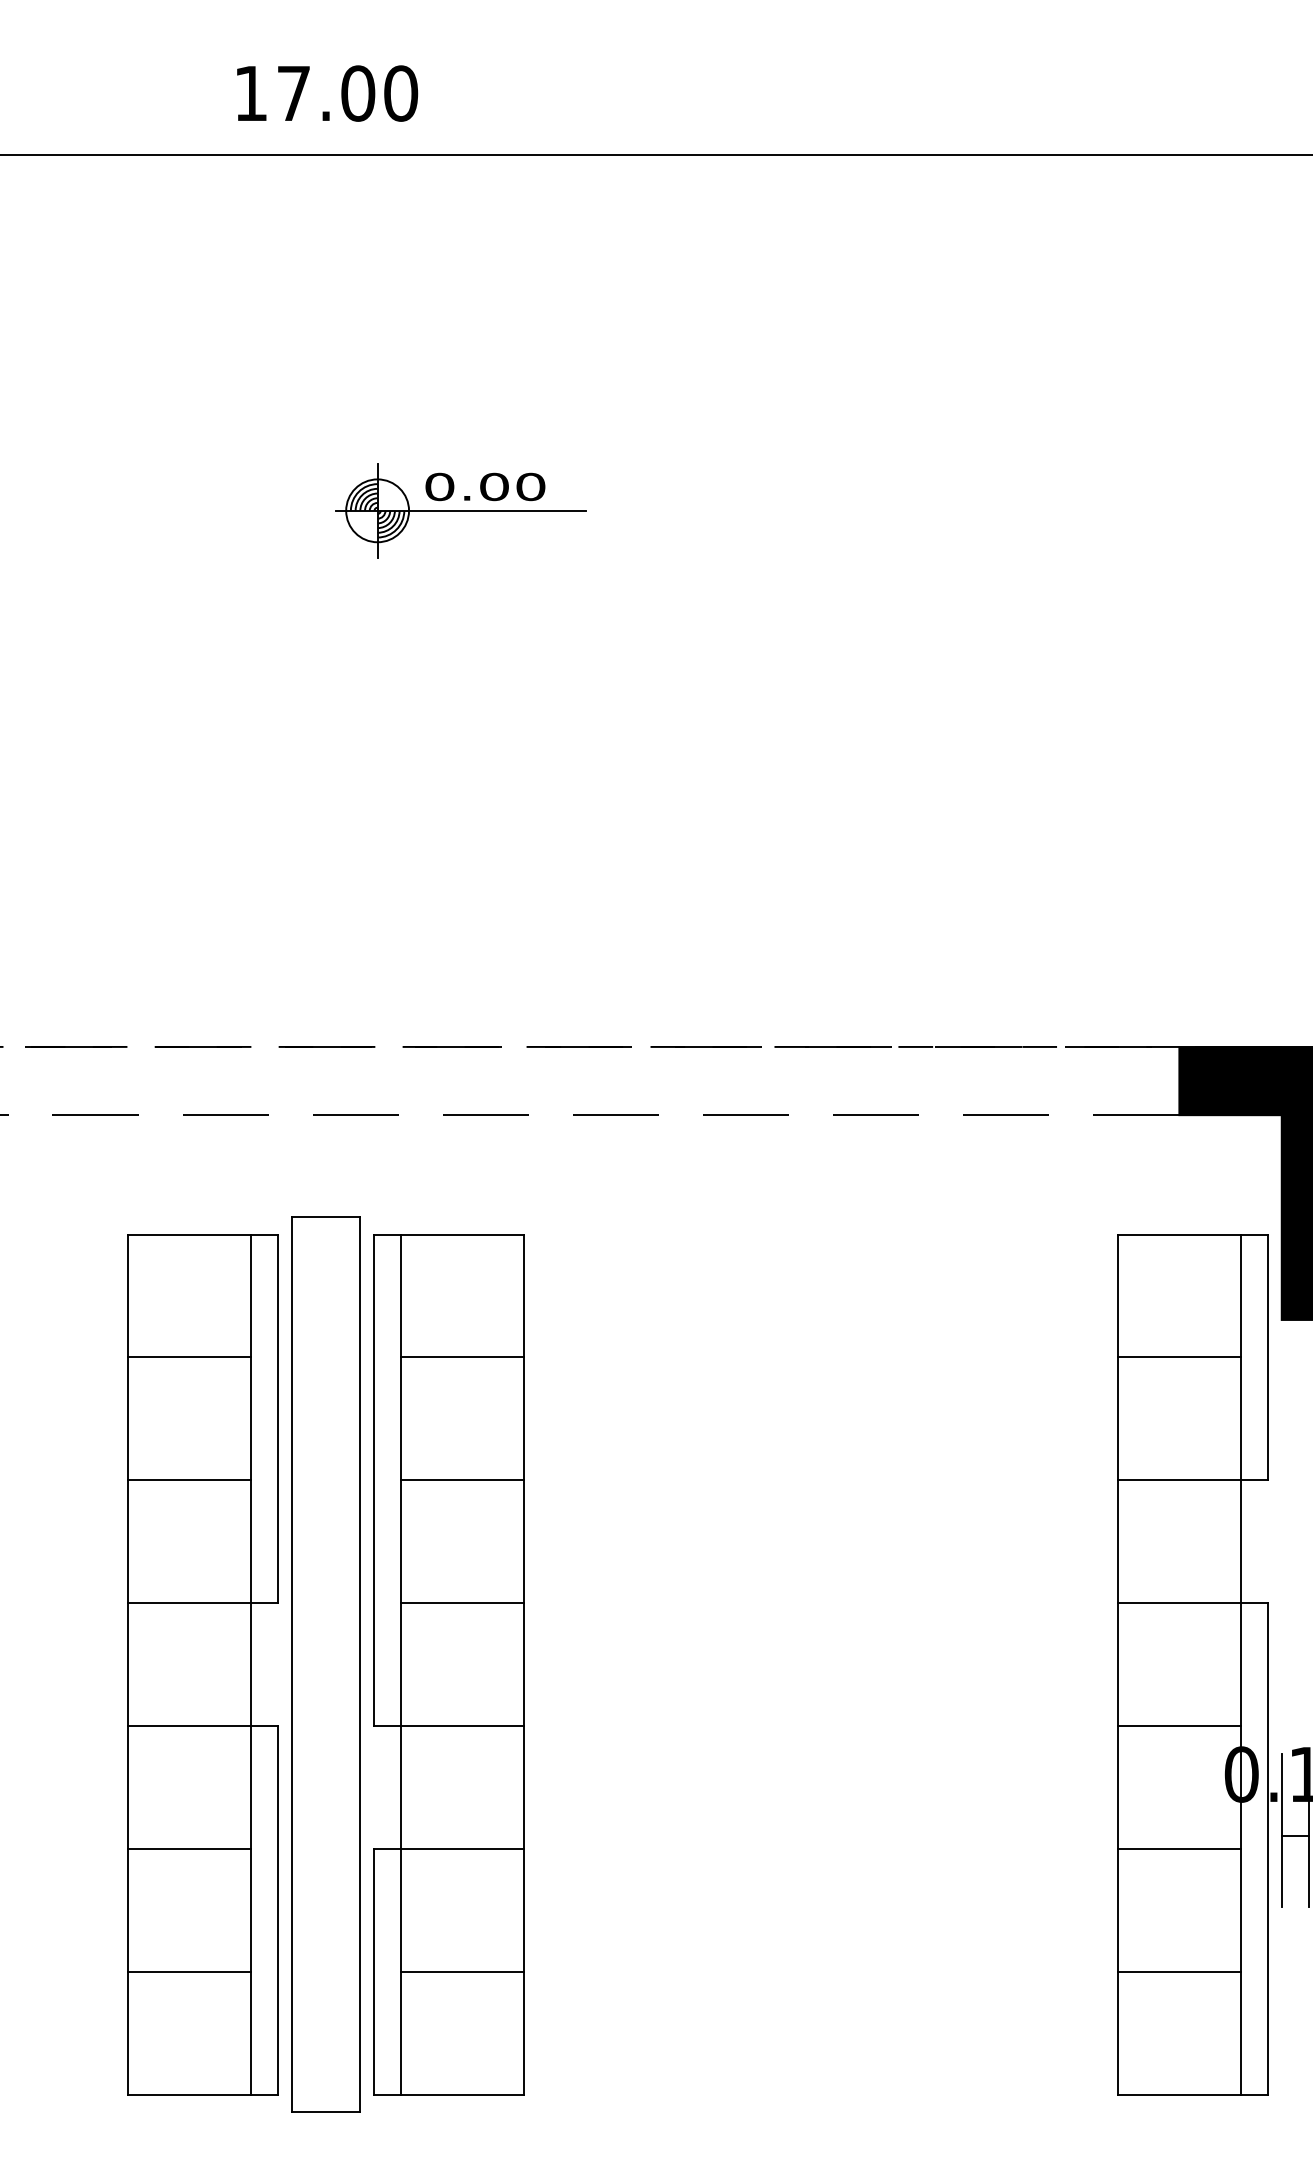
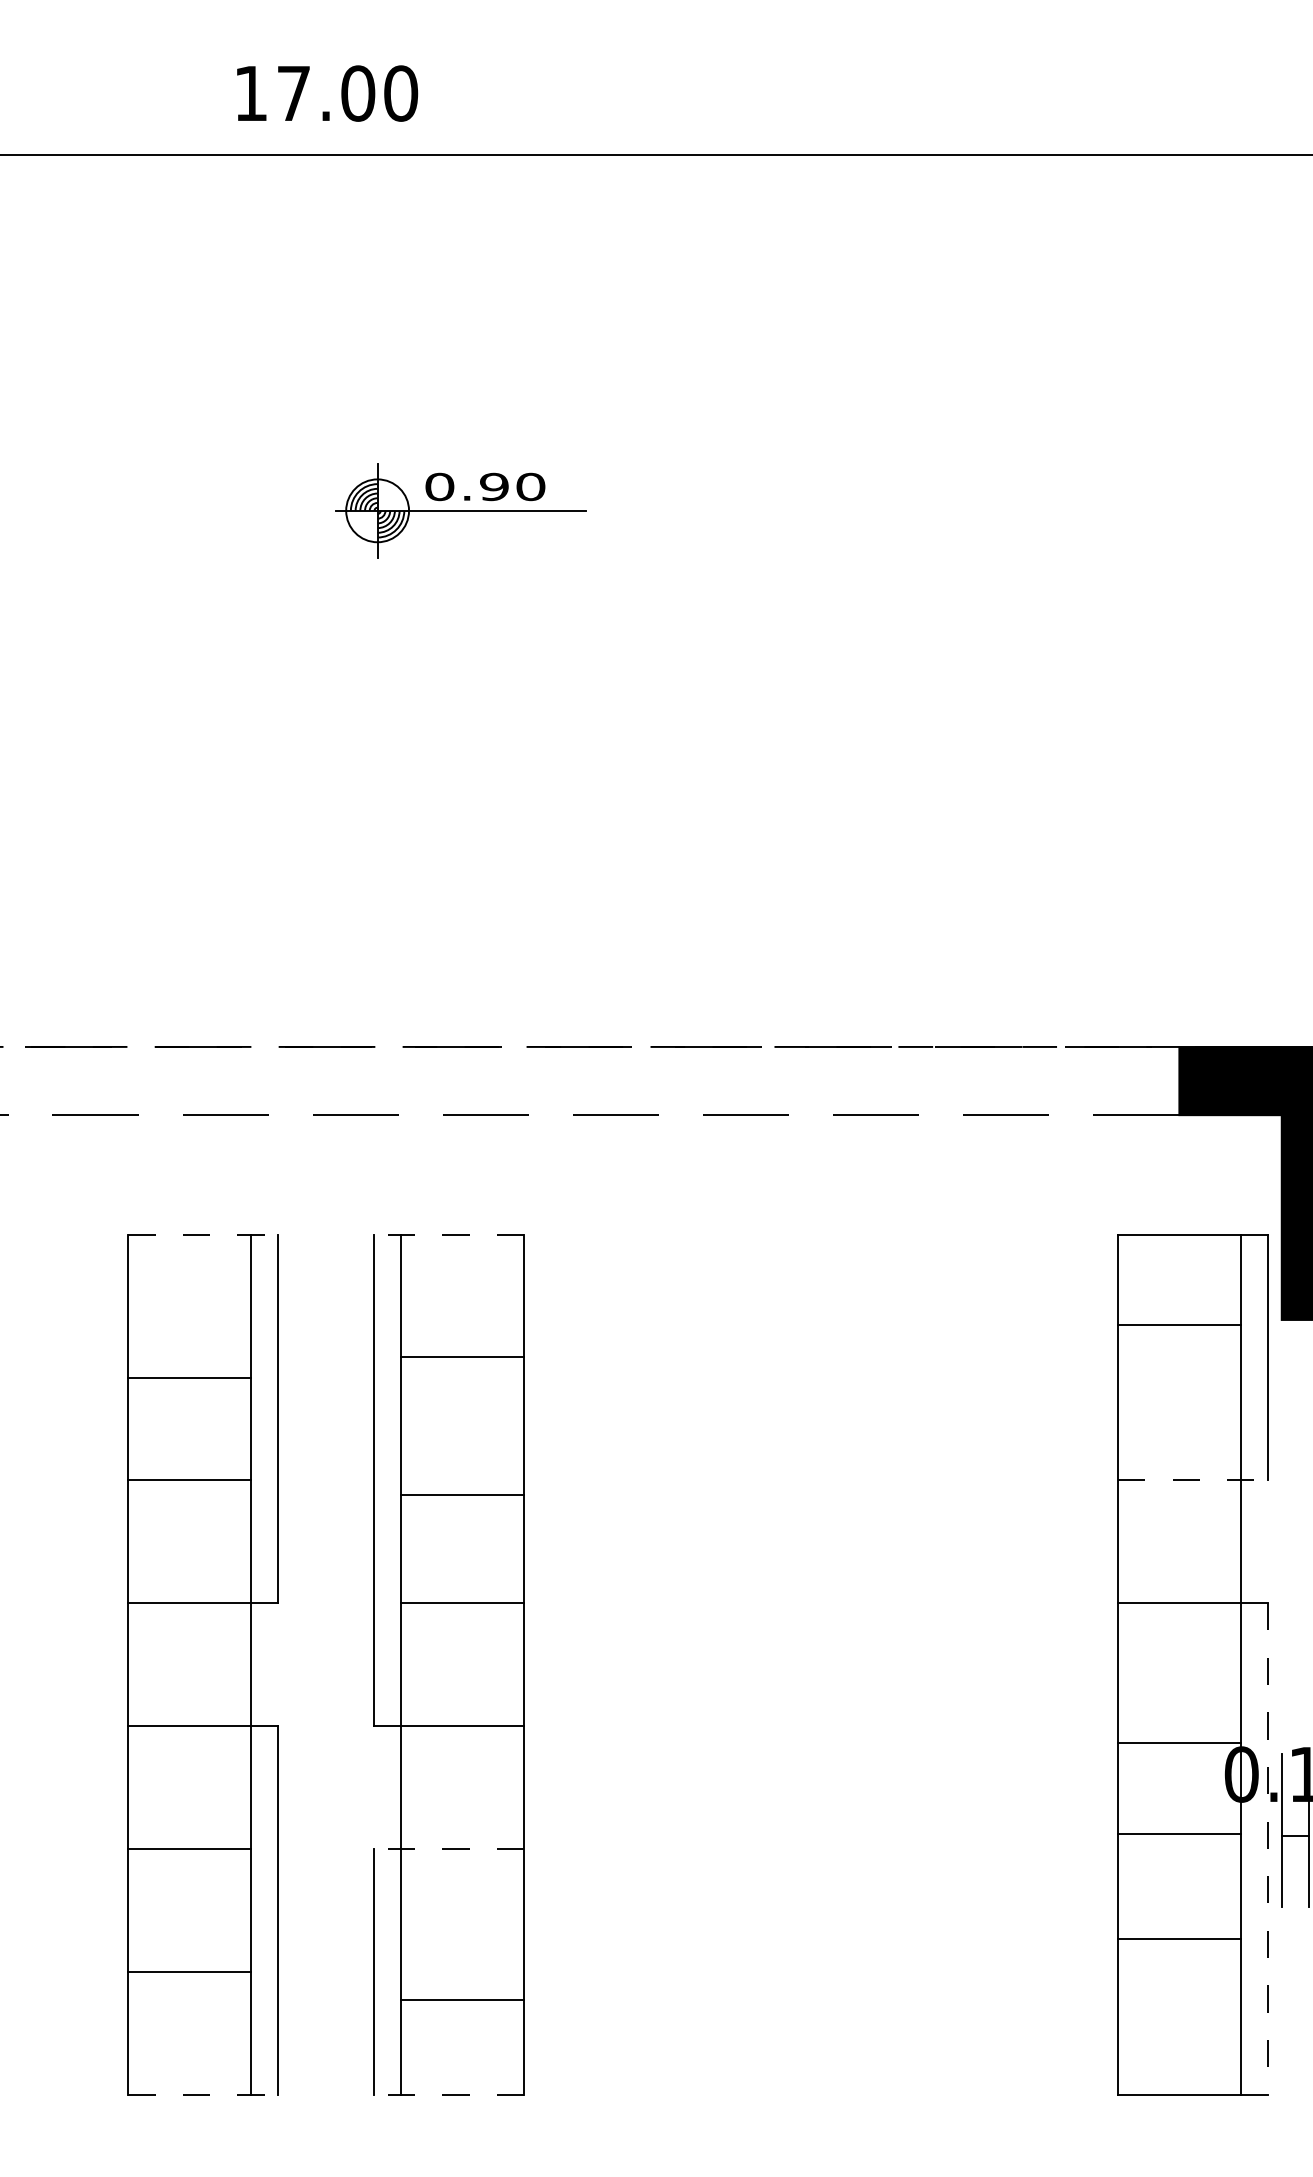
text at (494, 487): 0.00 -> 0.90
line at (203, 1234): solid -> dashed
line at (448, 1234): solid -> dashed
line at (189, 1357) position: (189, 1357) -> (189, 1378)
line at (1178, 1357) position: (1178, 1357) -> (1178, 1325)
line at (462, 1480) position: (462, 1480) -> (462, 1495)
line at (1193, 1480): solid -> dashed
part at (325, 1664): present -> none
line at (1178, 1725) position: (1178, 1725) -> (1178, 1742)
line at (448, 1848): solid -> dashed
line at (1178, 1848) position: (1178, 1848) -> (1178, 1833)
line at (1268, 1848): solid -> dashed
line at (462, 1971) position: (462, 1971) -> (462, 1999)
line at (1178, 1971) position: (1178, 1971) -> (1178, 1938)
line at (203, 2094): solid -> dashed
line at (448, 2094): solid -> dashed
